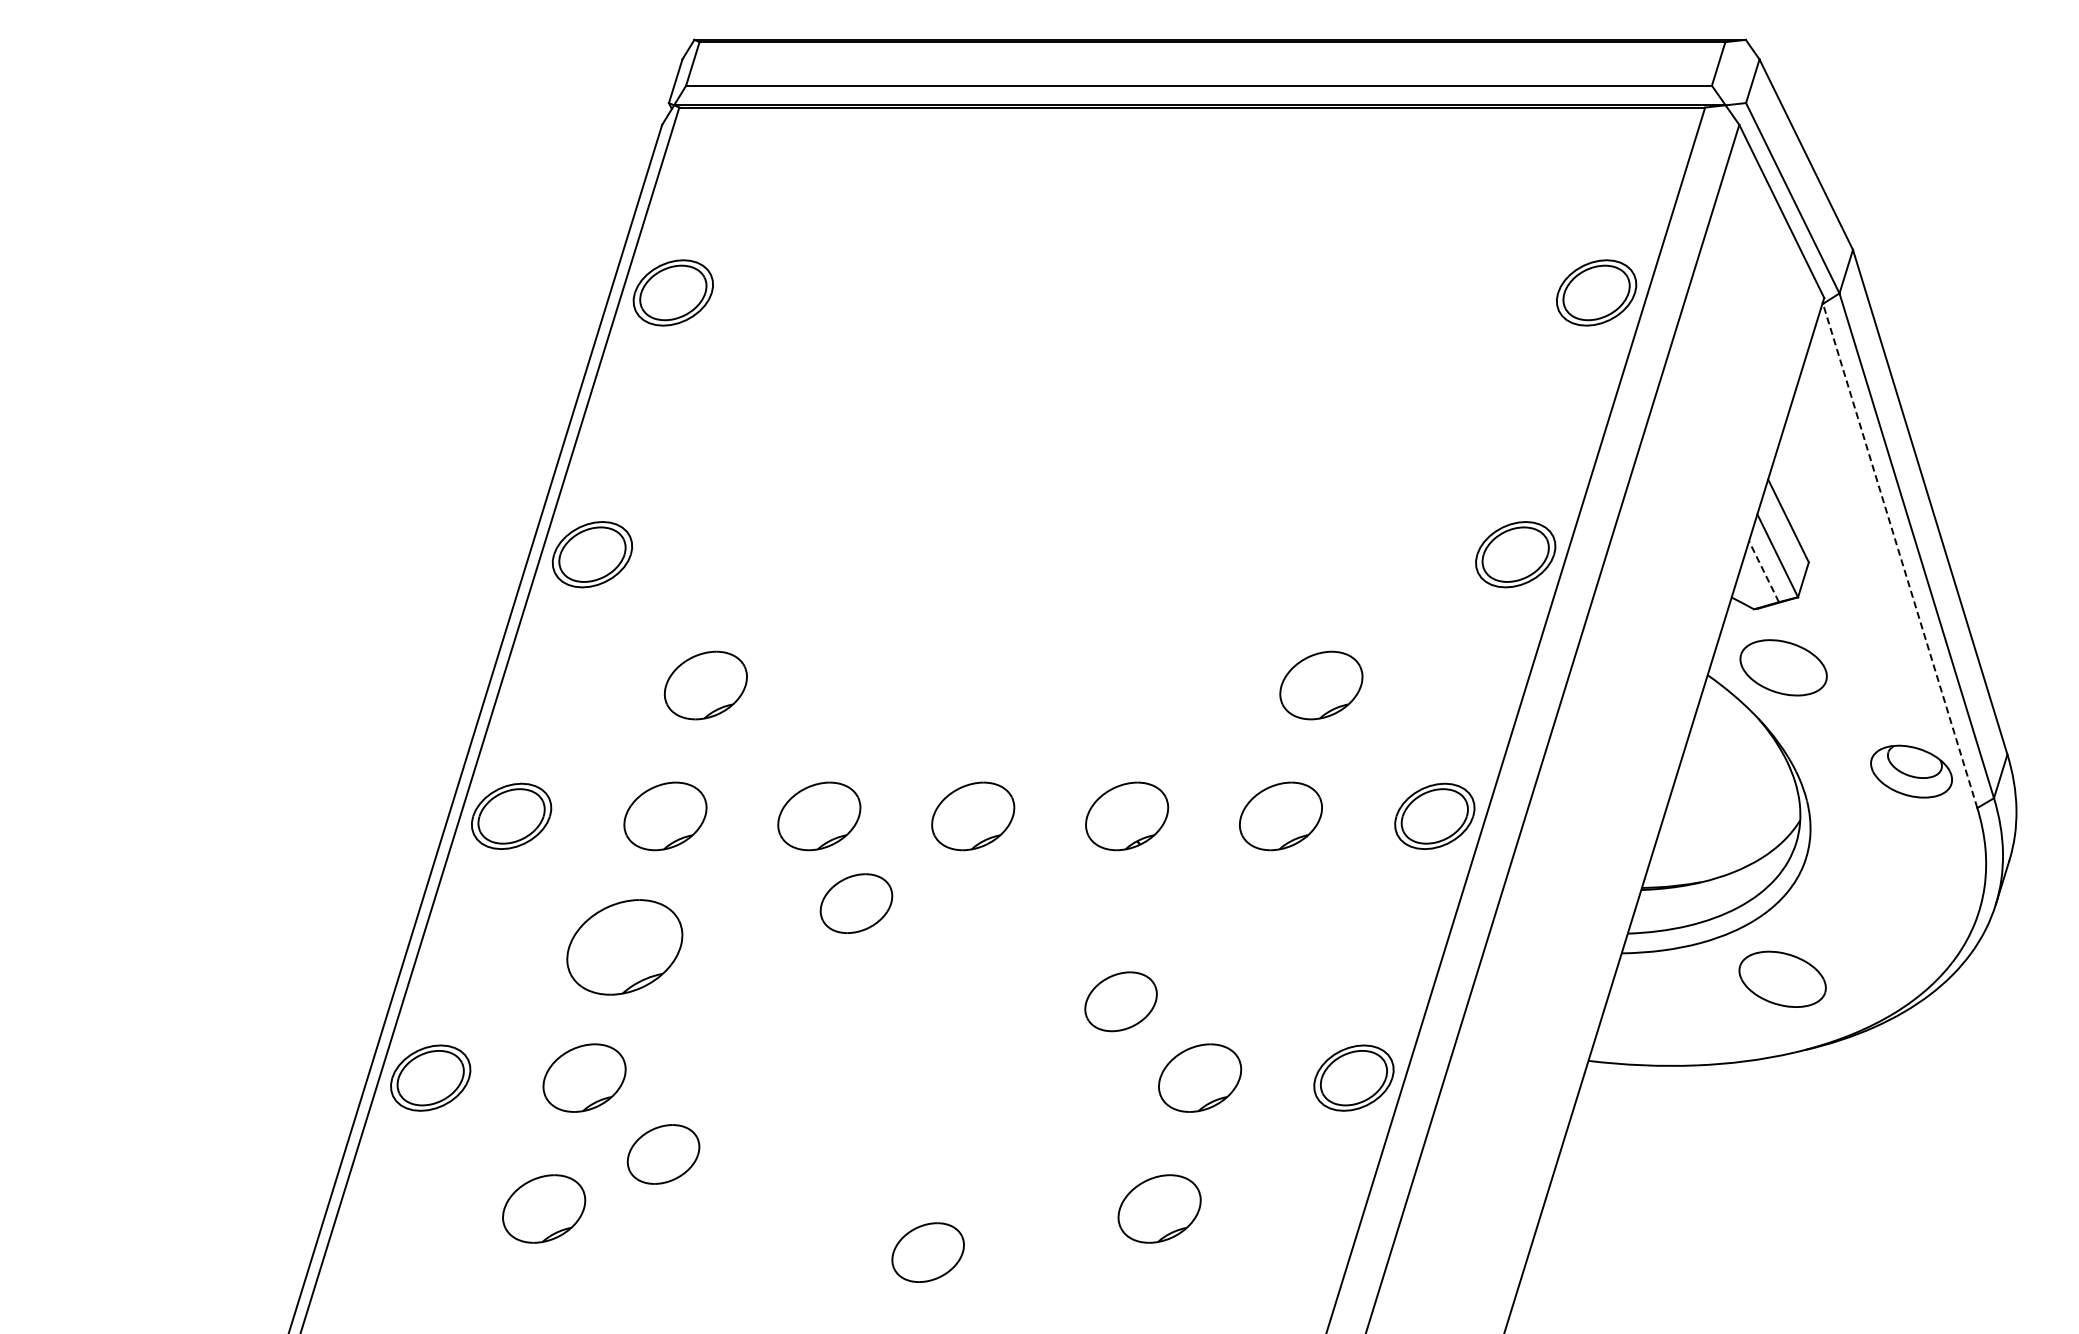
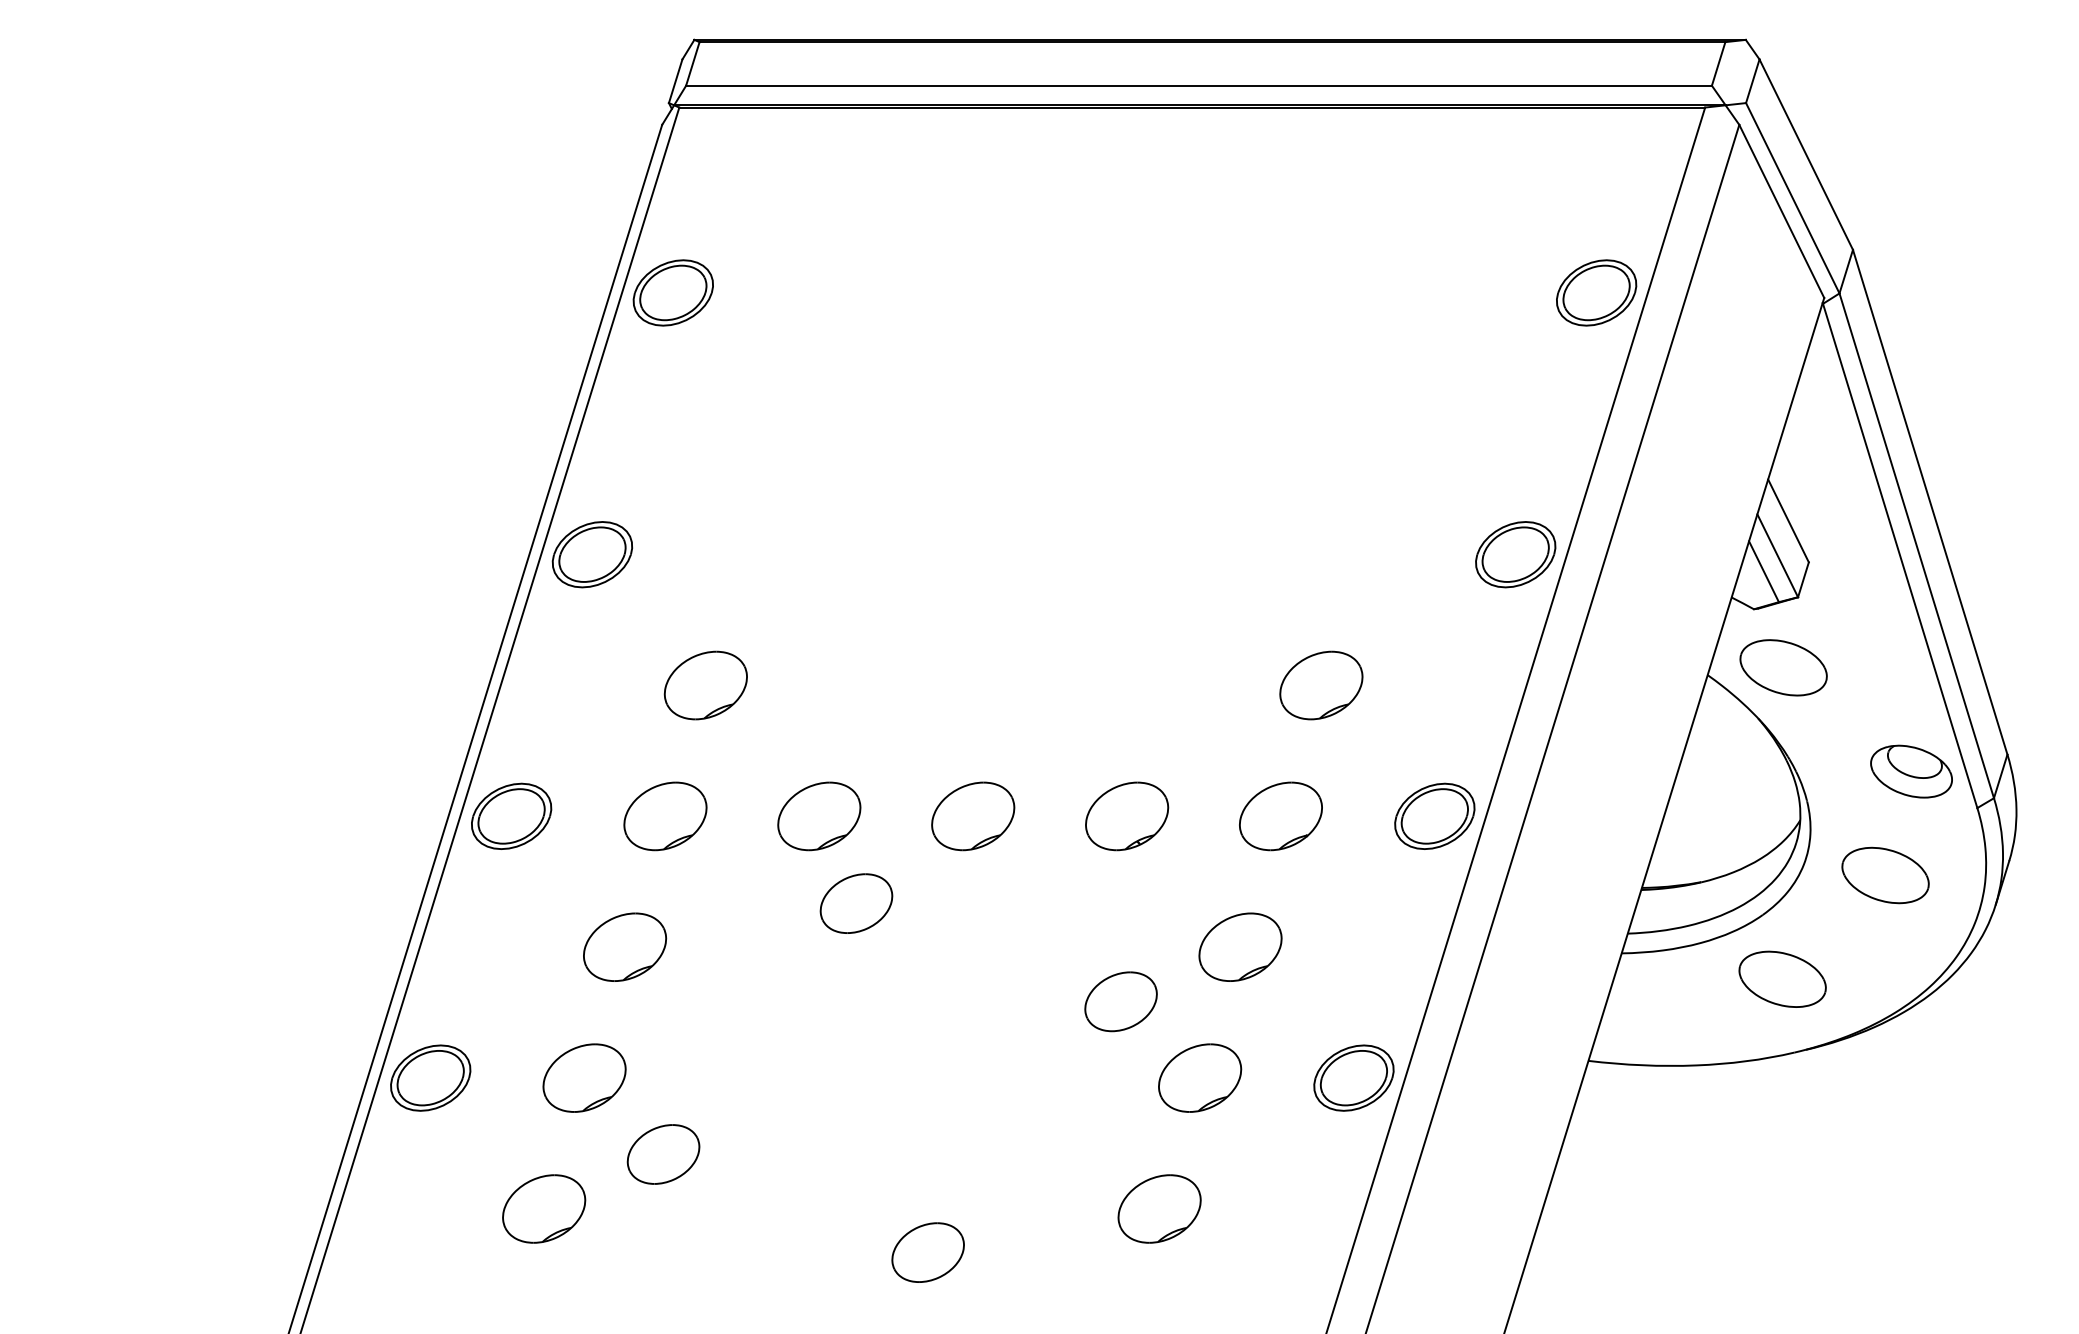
line at (1900, 555): dashed -> solid
line at (1763, 571): dashed -> solid
part at (1885, 875): none -> present
part at (1240, 946): none -> present
part at (624, 947) size: 118x97 px -> 85x70 px
